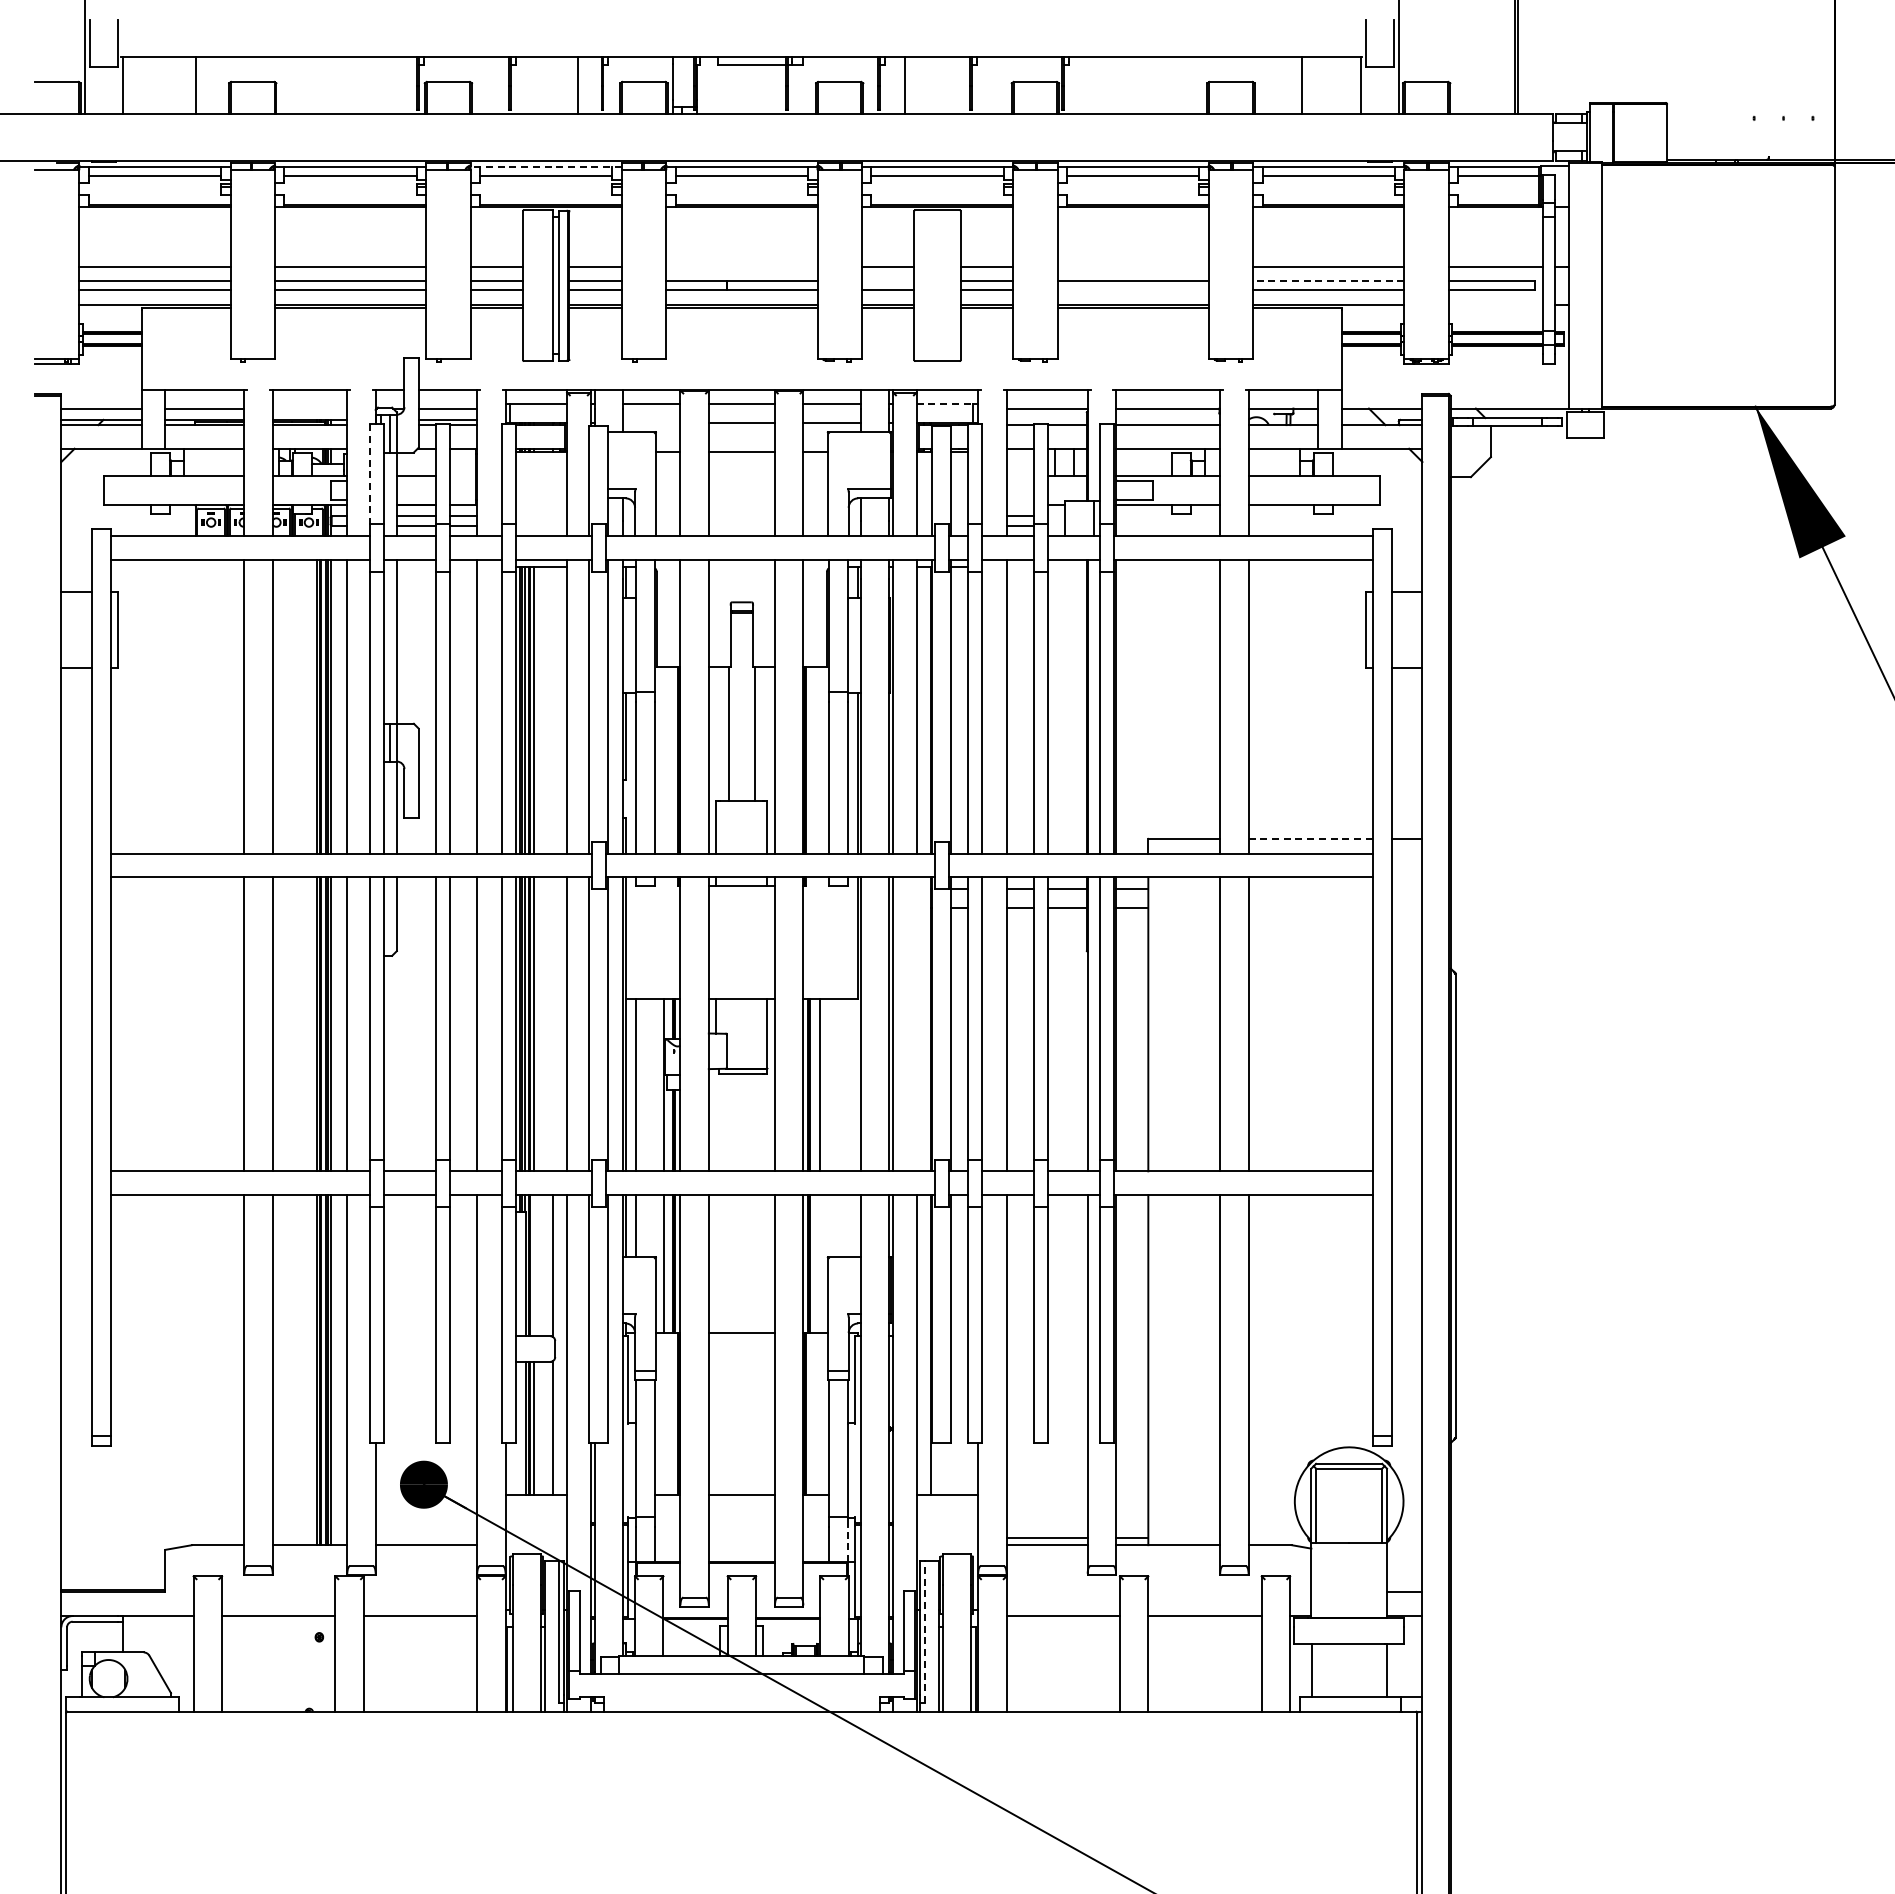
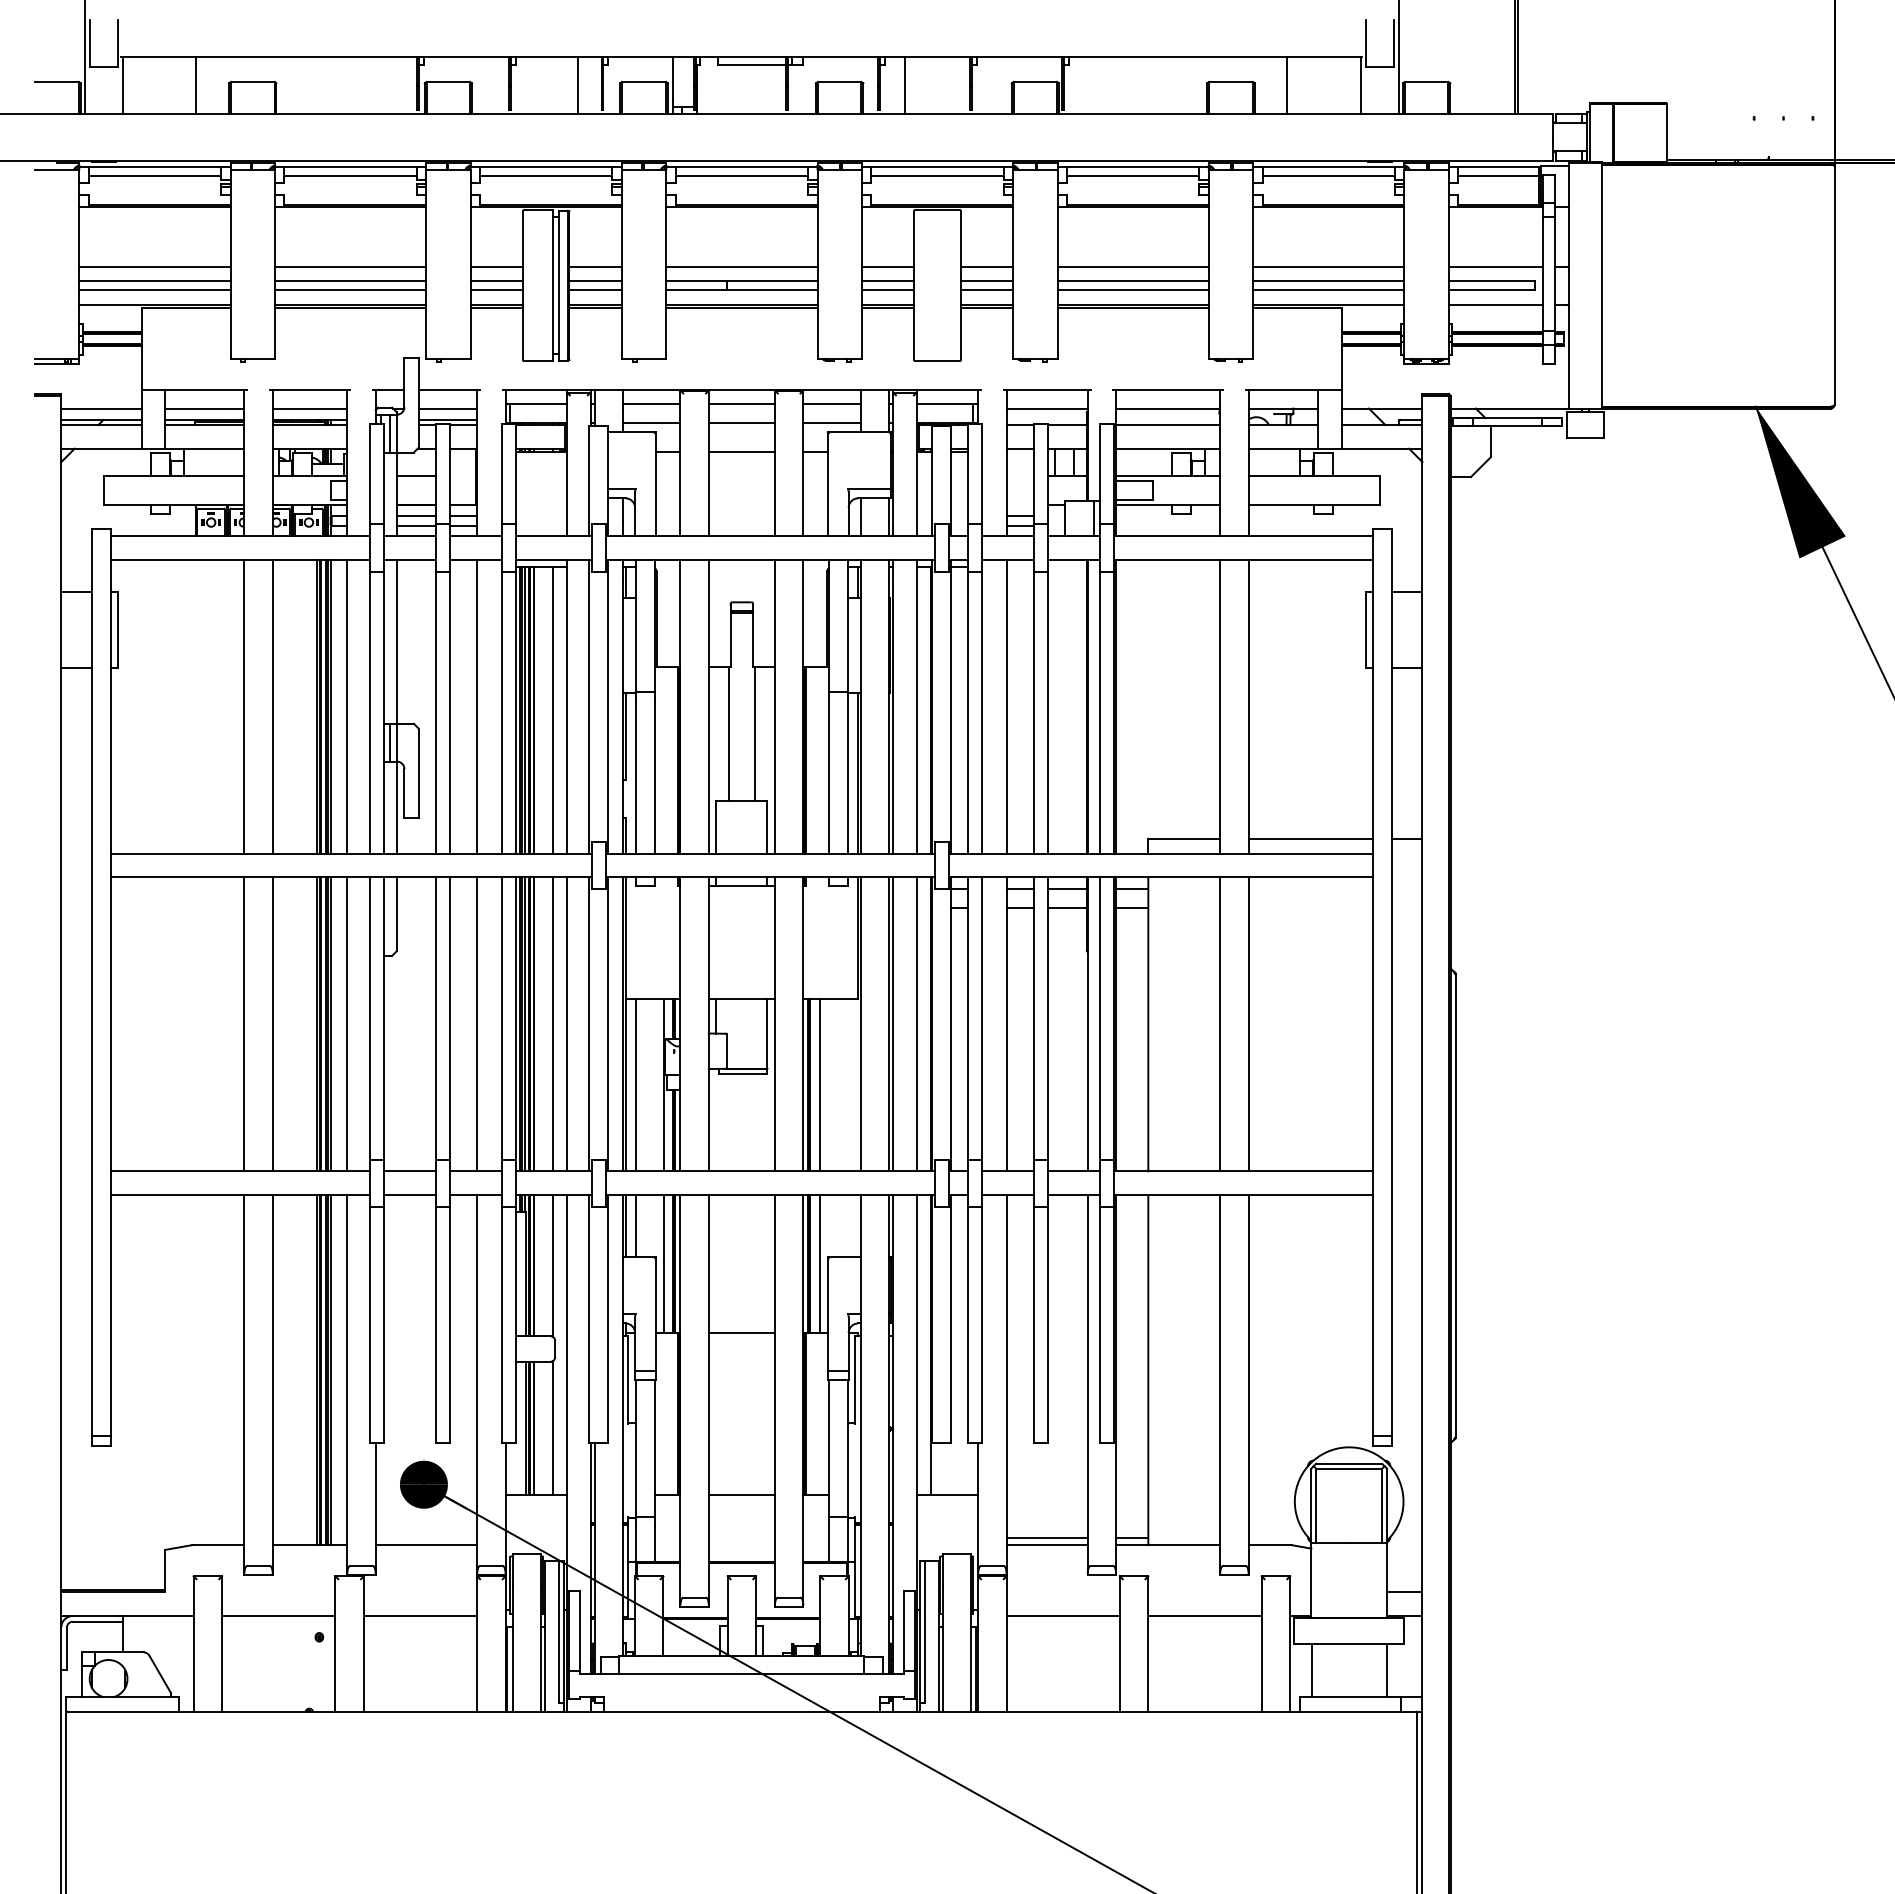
line at (1302, 85) position: (1302, 85) -> (1287, 85)
line at (546, 166): dashed -> solid
line at (741, 266): none -> present
line at (1132, 266): none -> present
line at (887, 280): none -> present
line at (1328, 280): dashed -> solid
line at (1132, 290): none -> present
line at (1495, 304): none -> present
line at (945, 403): dashed -> solid
line at (309, 408): none -> present
line at (651, 422): none -> present
line at (369, 474): dashed -> solid
line at (552, 710): none -> present
line at (1311, 838): dashed -> solid
line at (552, 1024): none -> present
line at (916, 1024): none -> present
line at (819, 1263): none -> present
line at (533, 1265): none -> present
line at (847, 1544): dashed -> solid
line at (925, 1632): dashed -> solid
